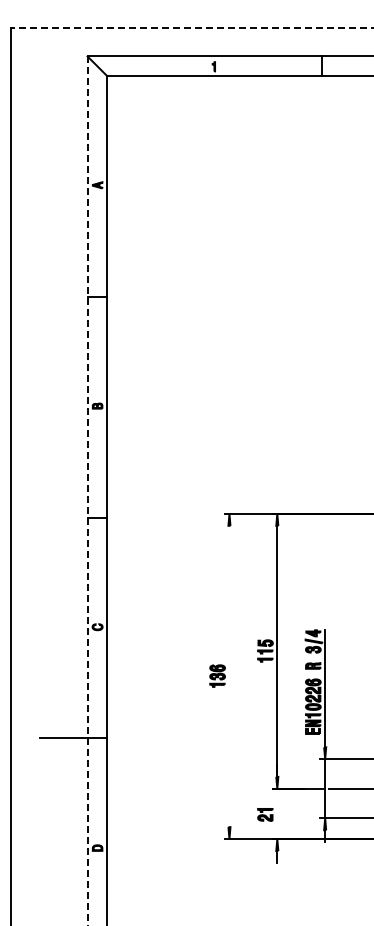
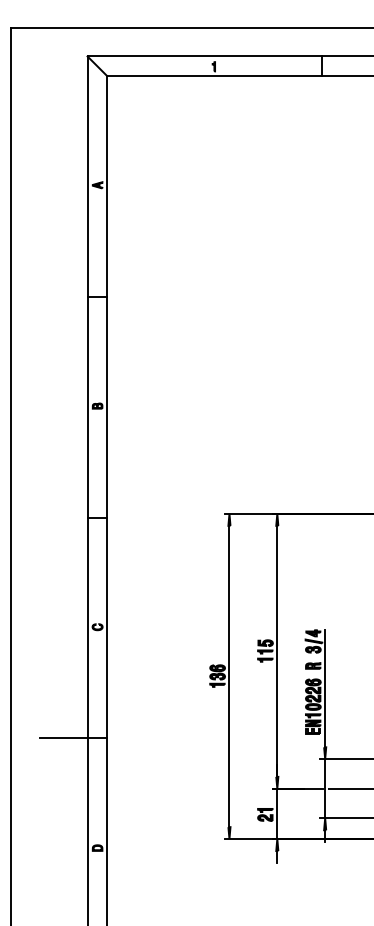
line at (191, 27): dashed -> solid
line at (87, 491): dashed -> solid
line at (229, 676): none -> present
line at (277, 813): none -> present
